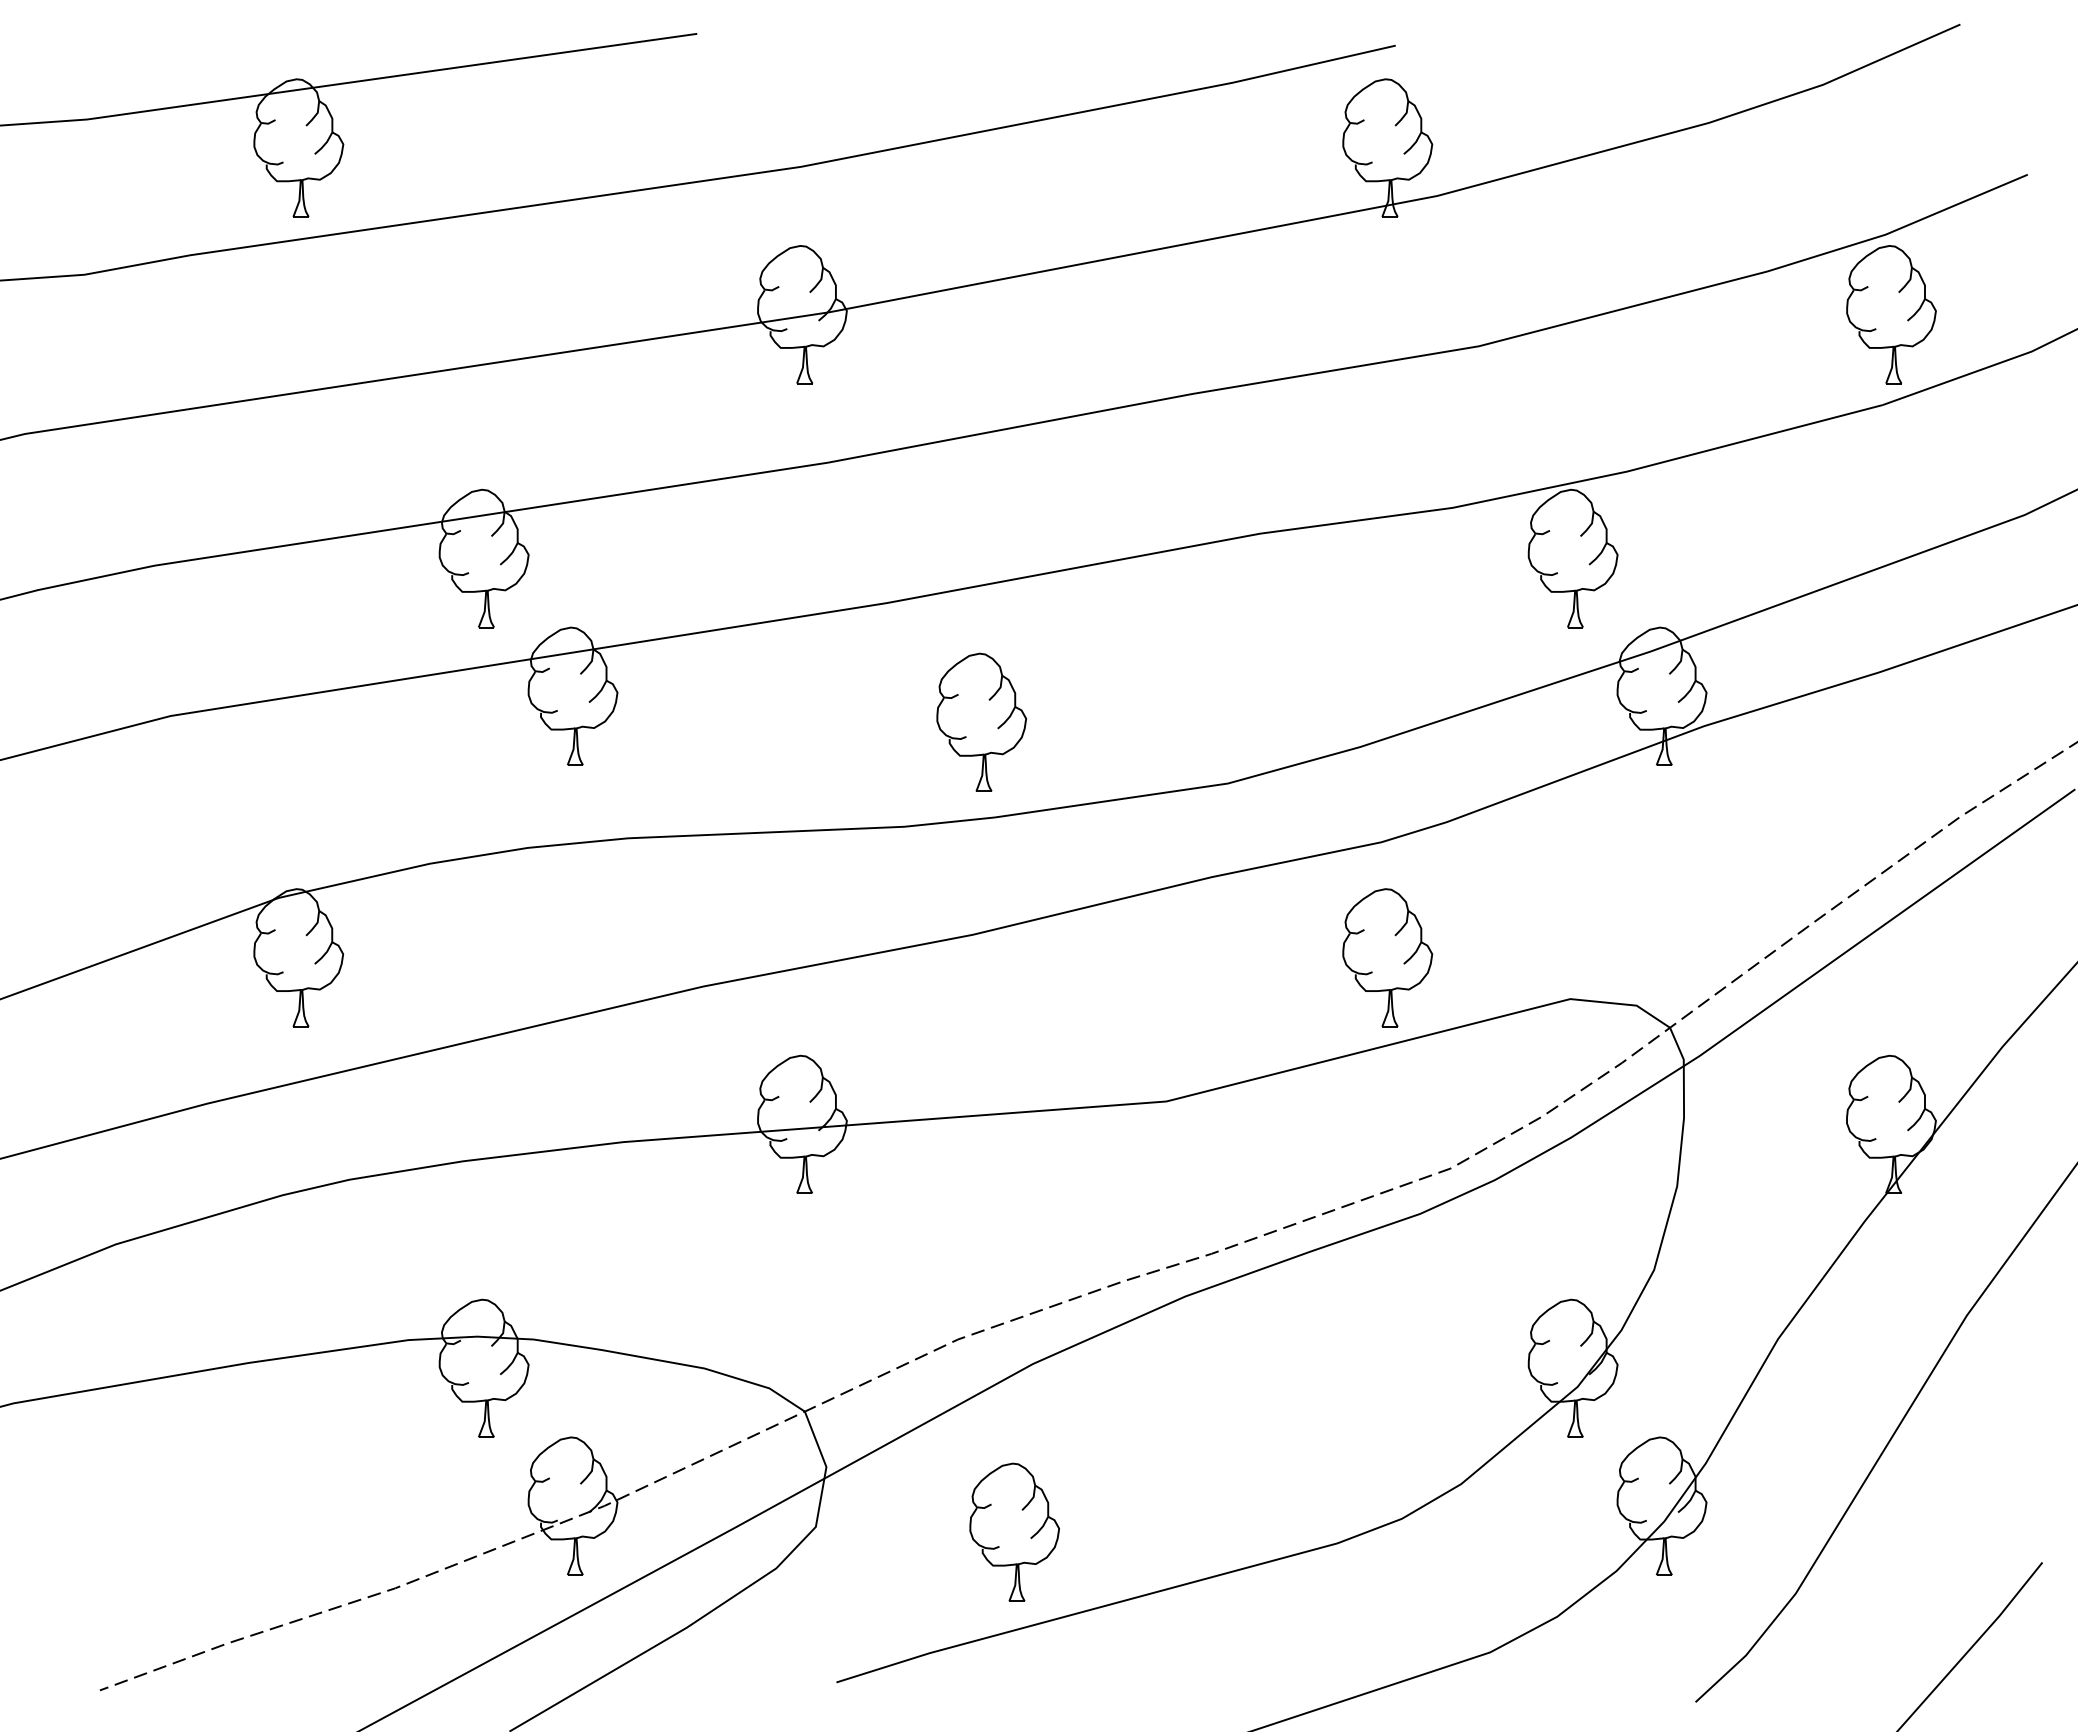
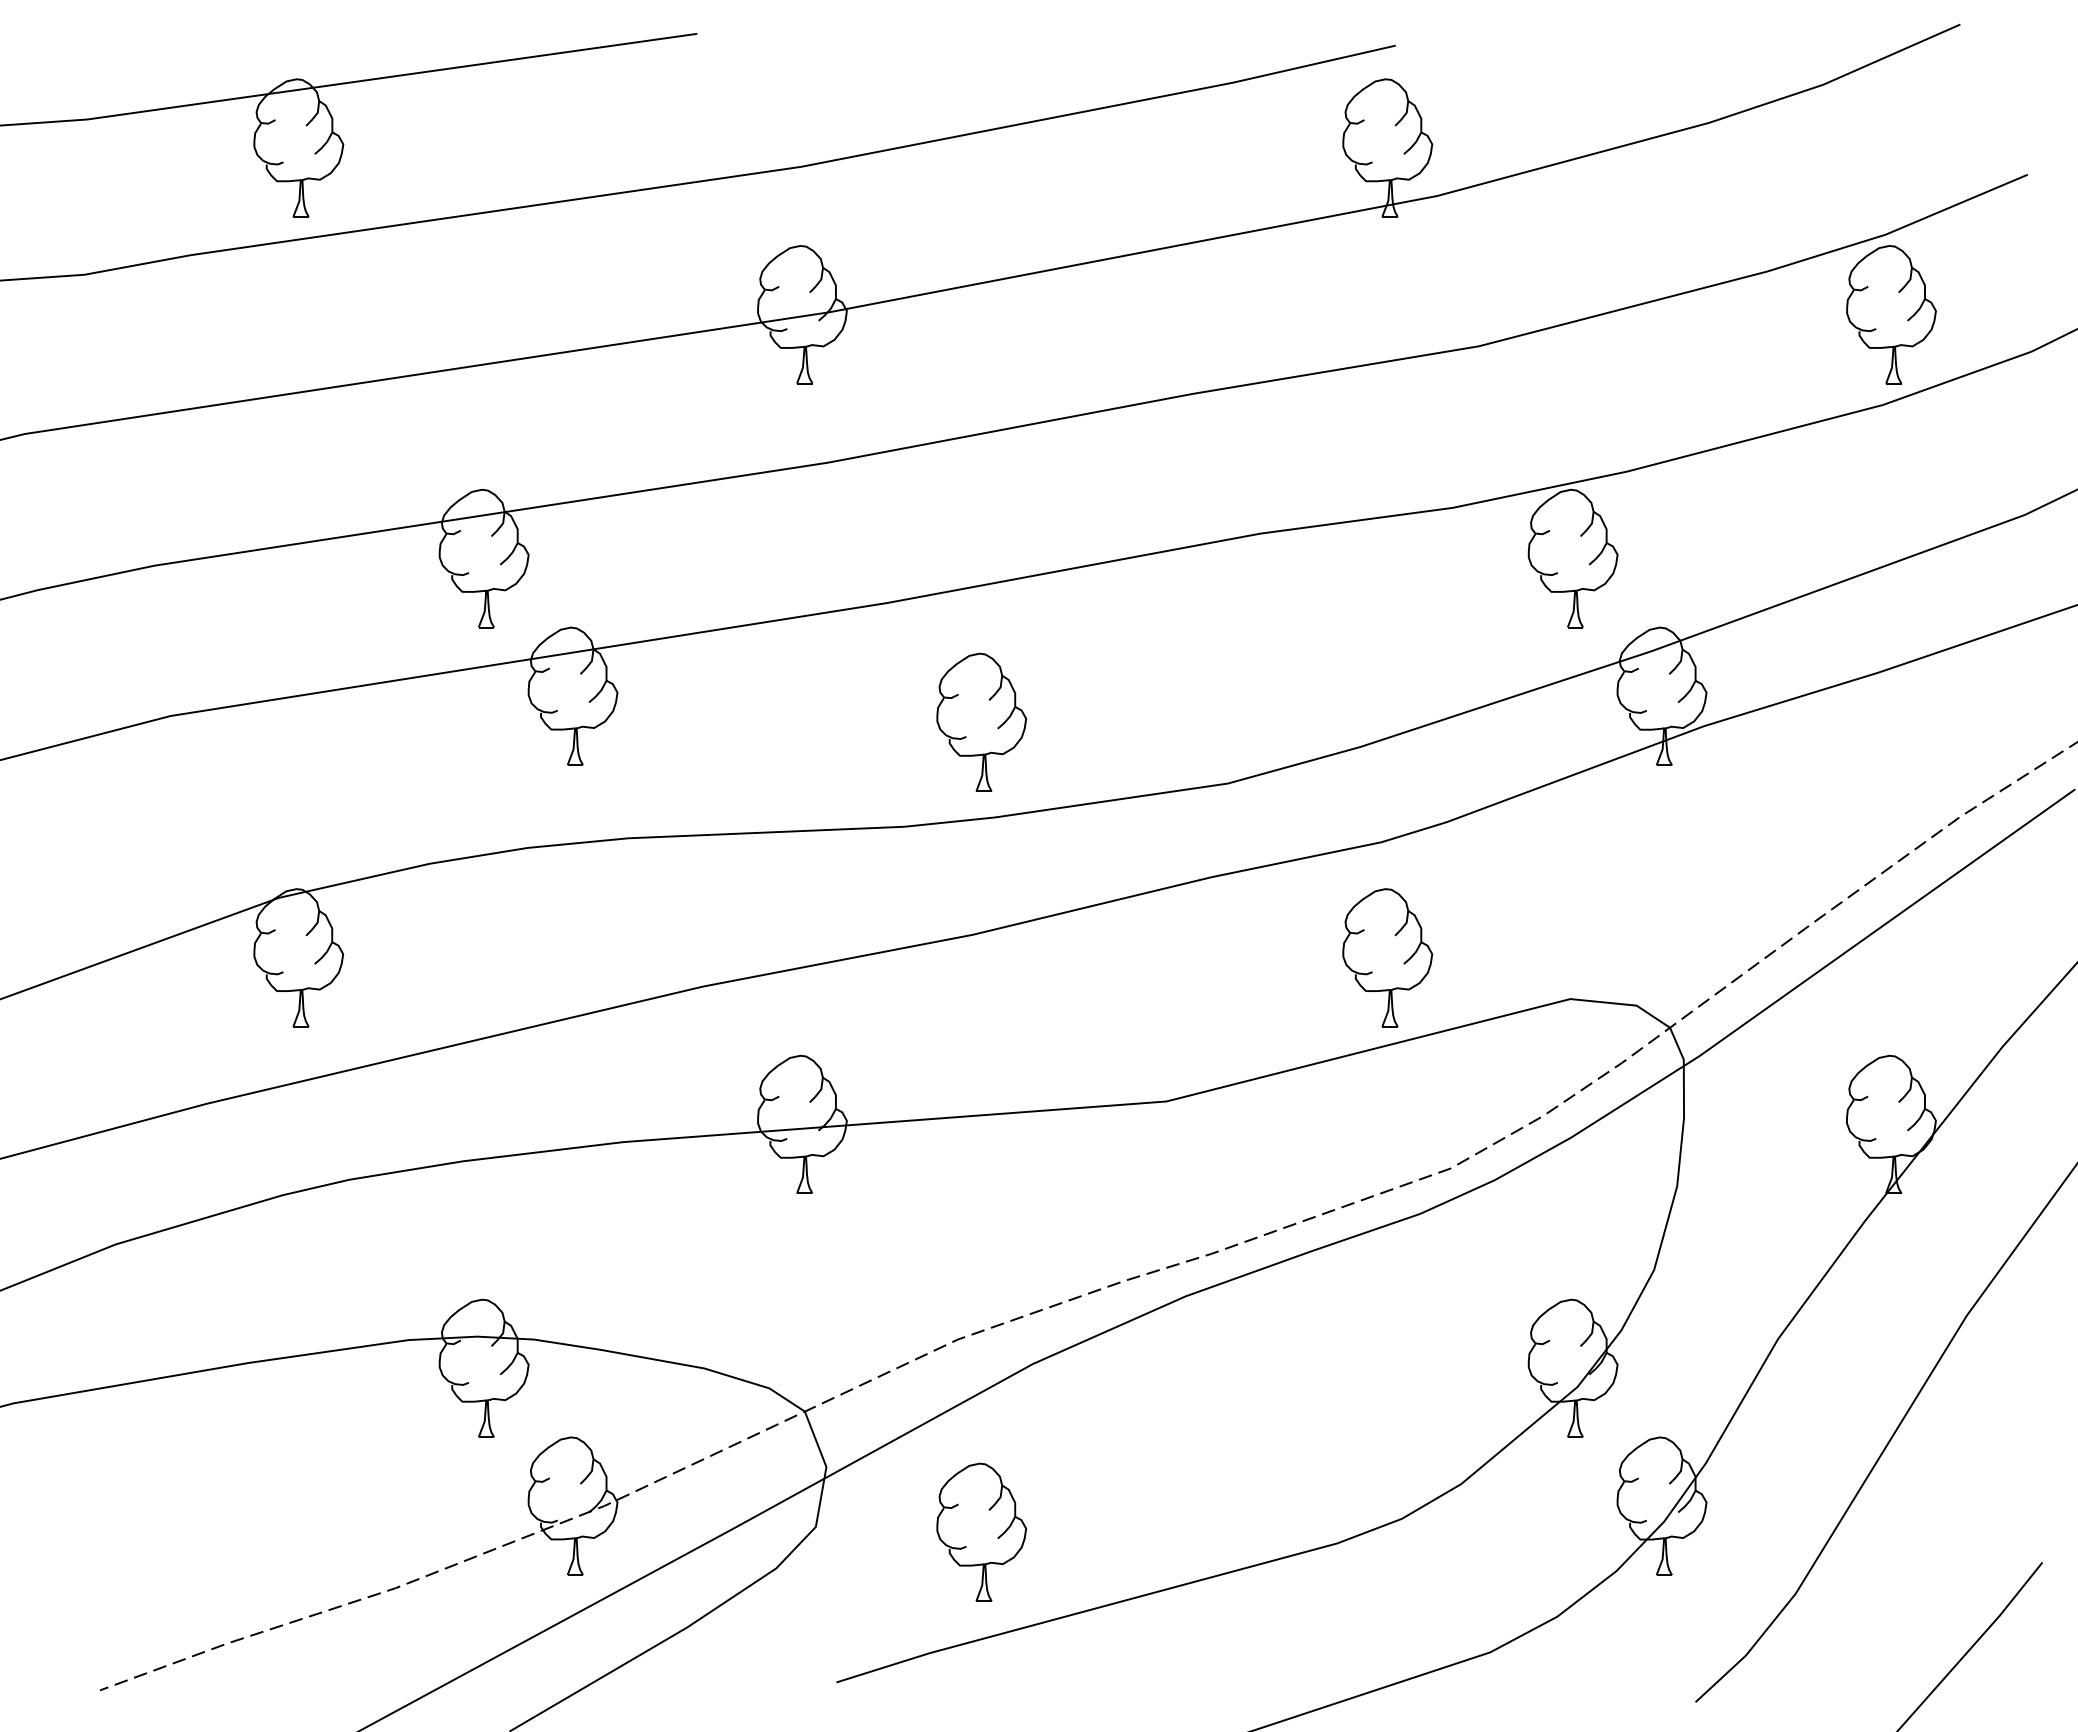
part at (1014, 1531) position: (1014, 1531) -> (981, 1531)
